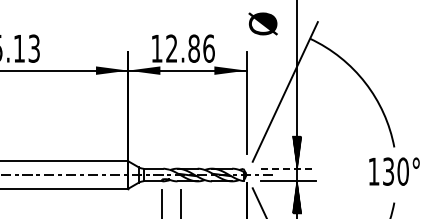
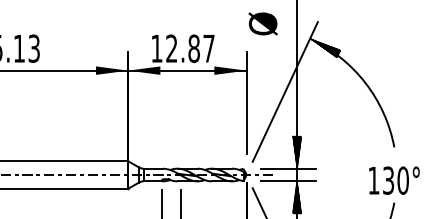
hatch at (325, 47): none -> present
text at (208, 48): 12.86 -> 12.87
line at (288, 168): dashed -> solid
text at (394, 171) position: (394, 171) -> (394, 180)
